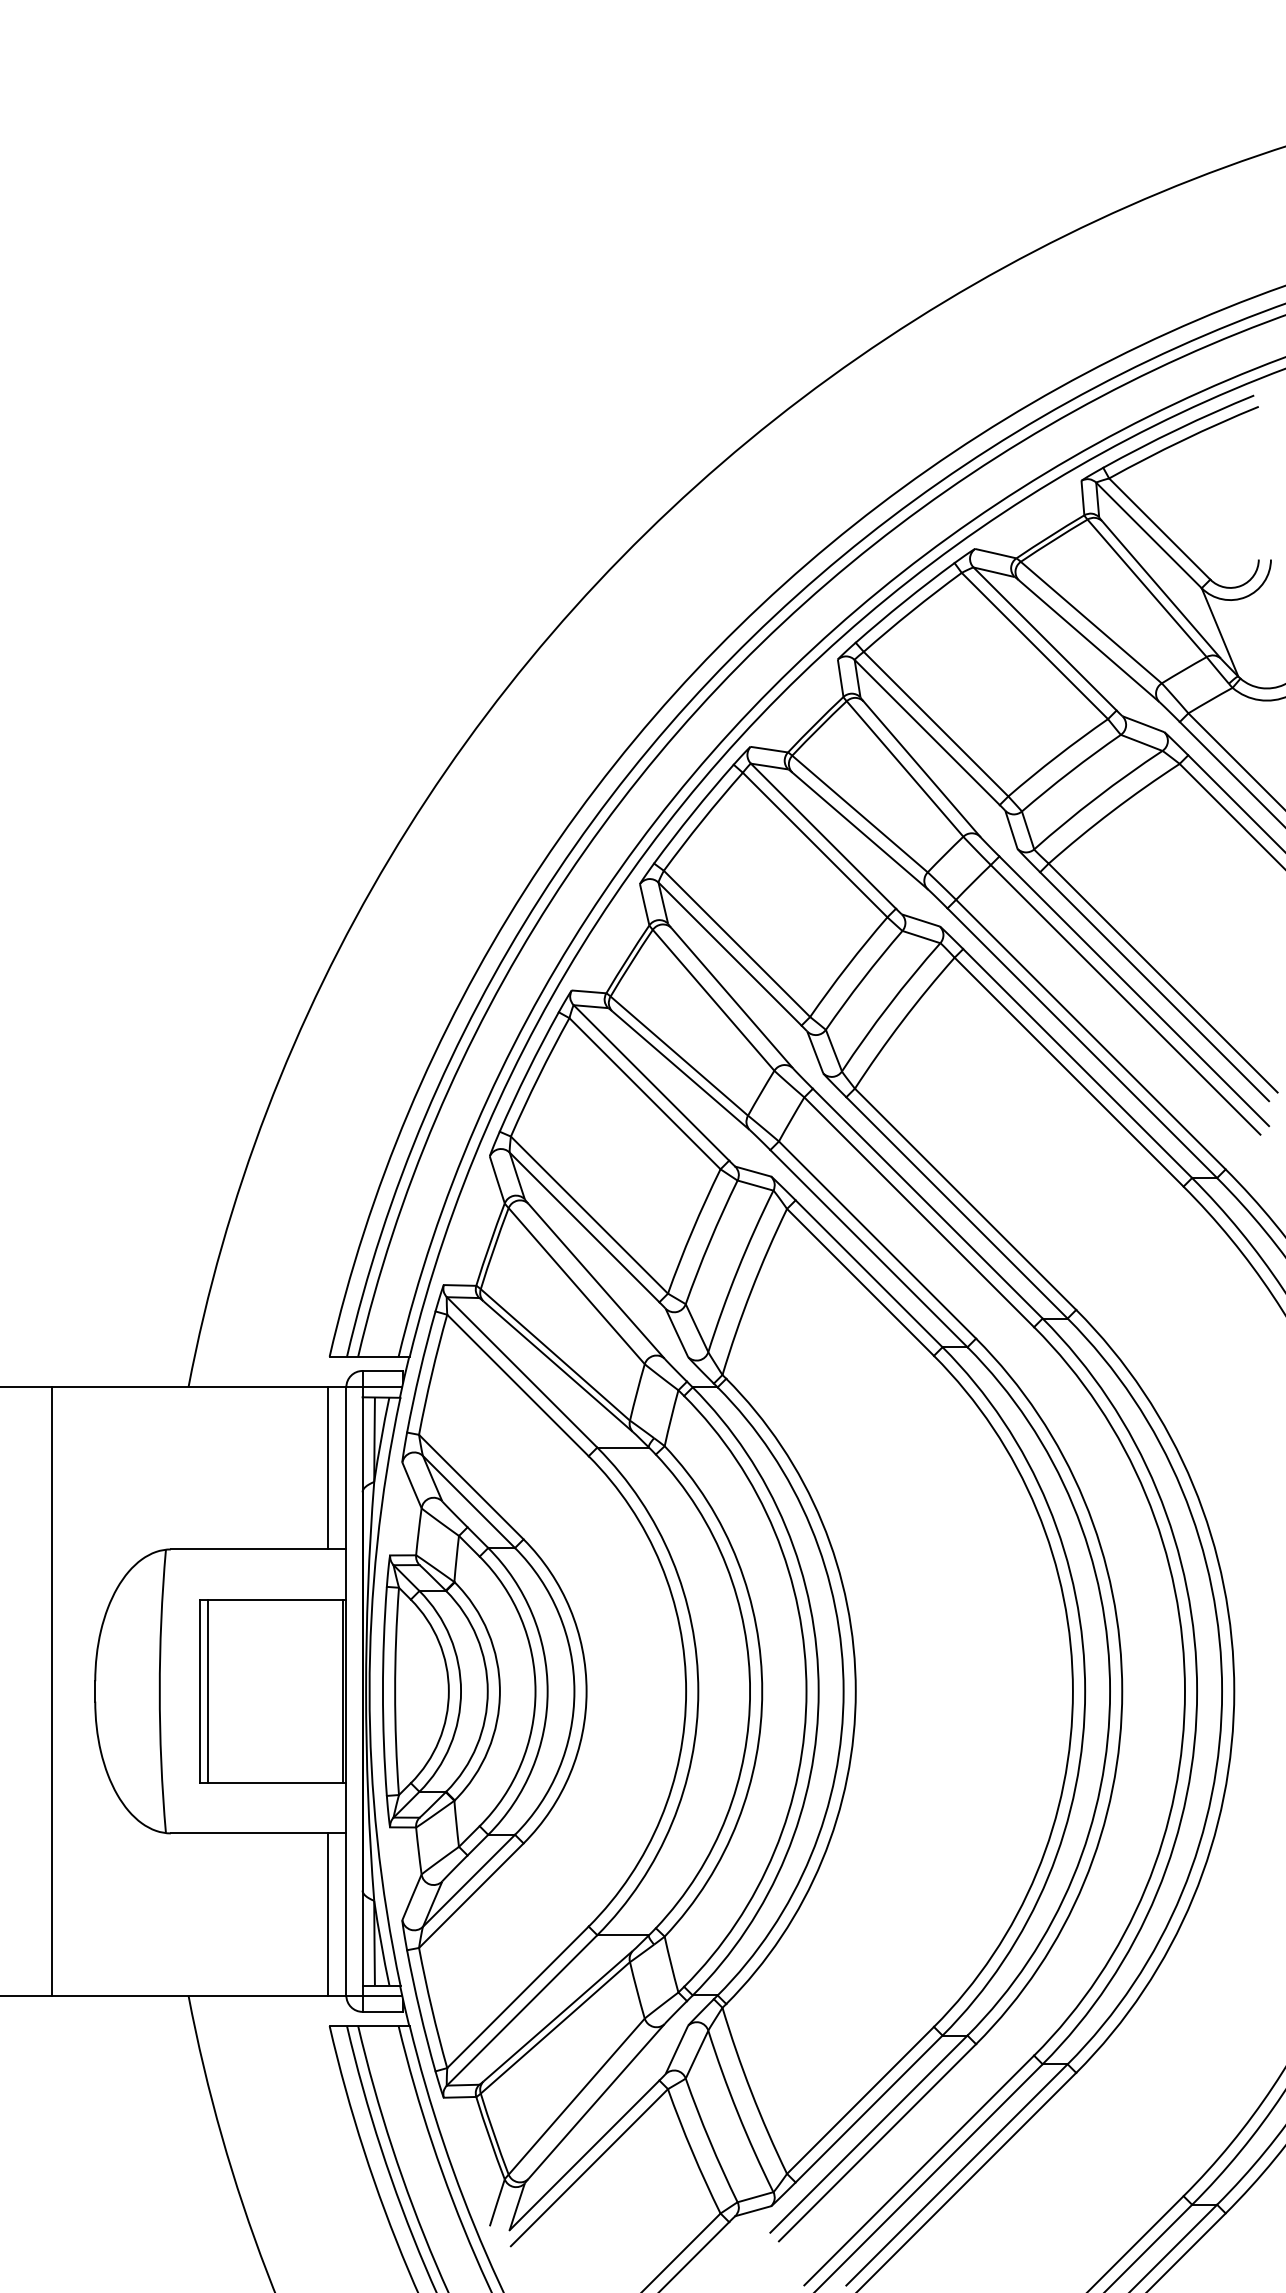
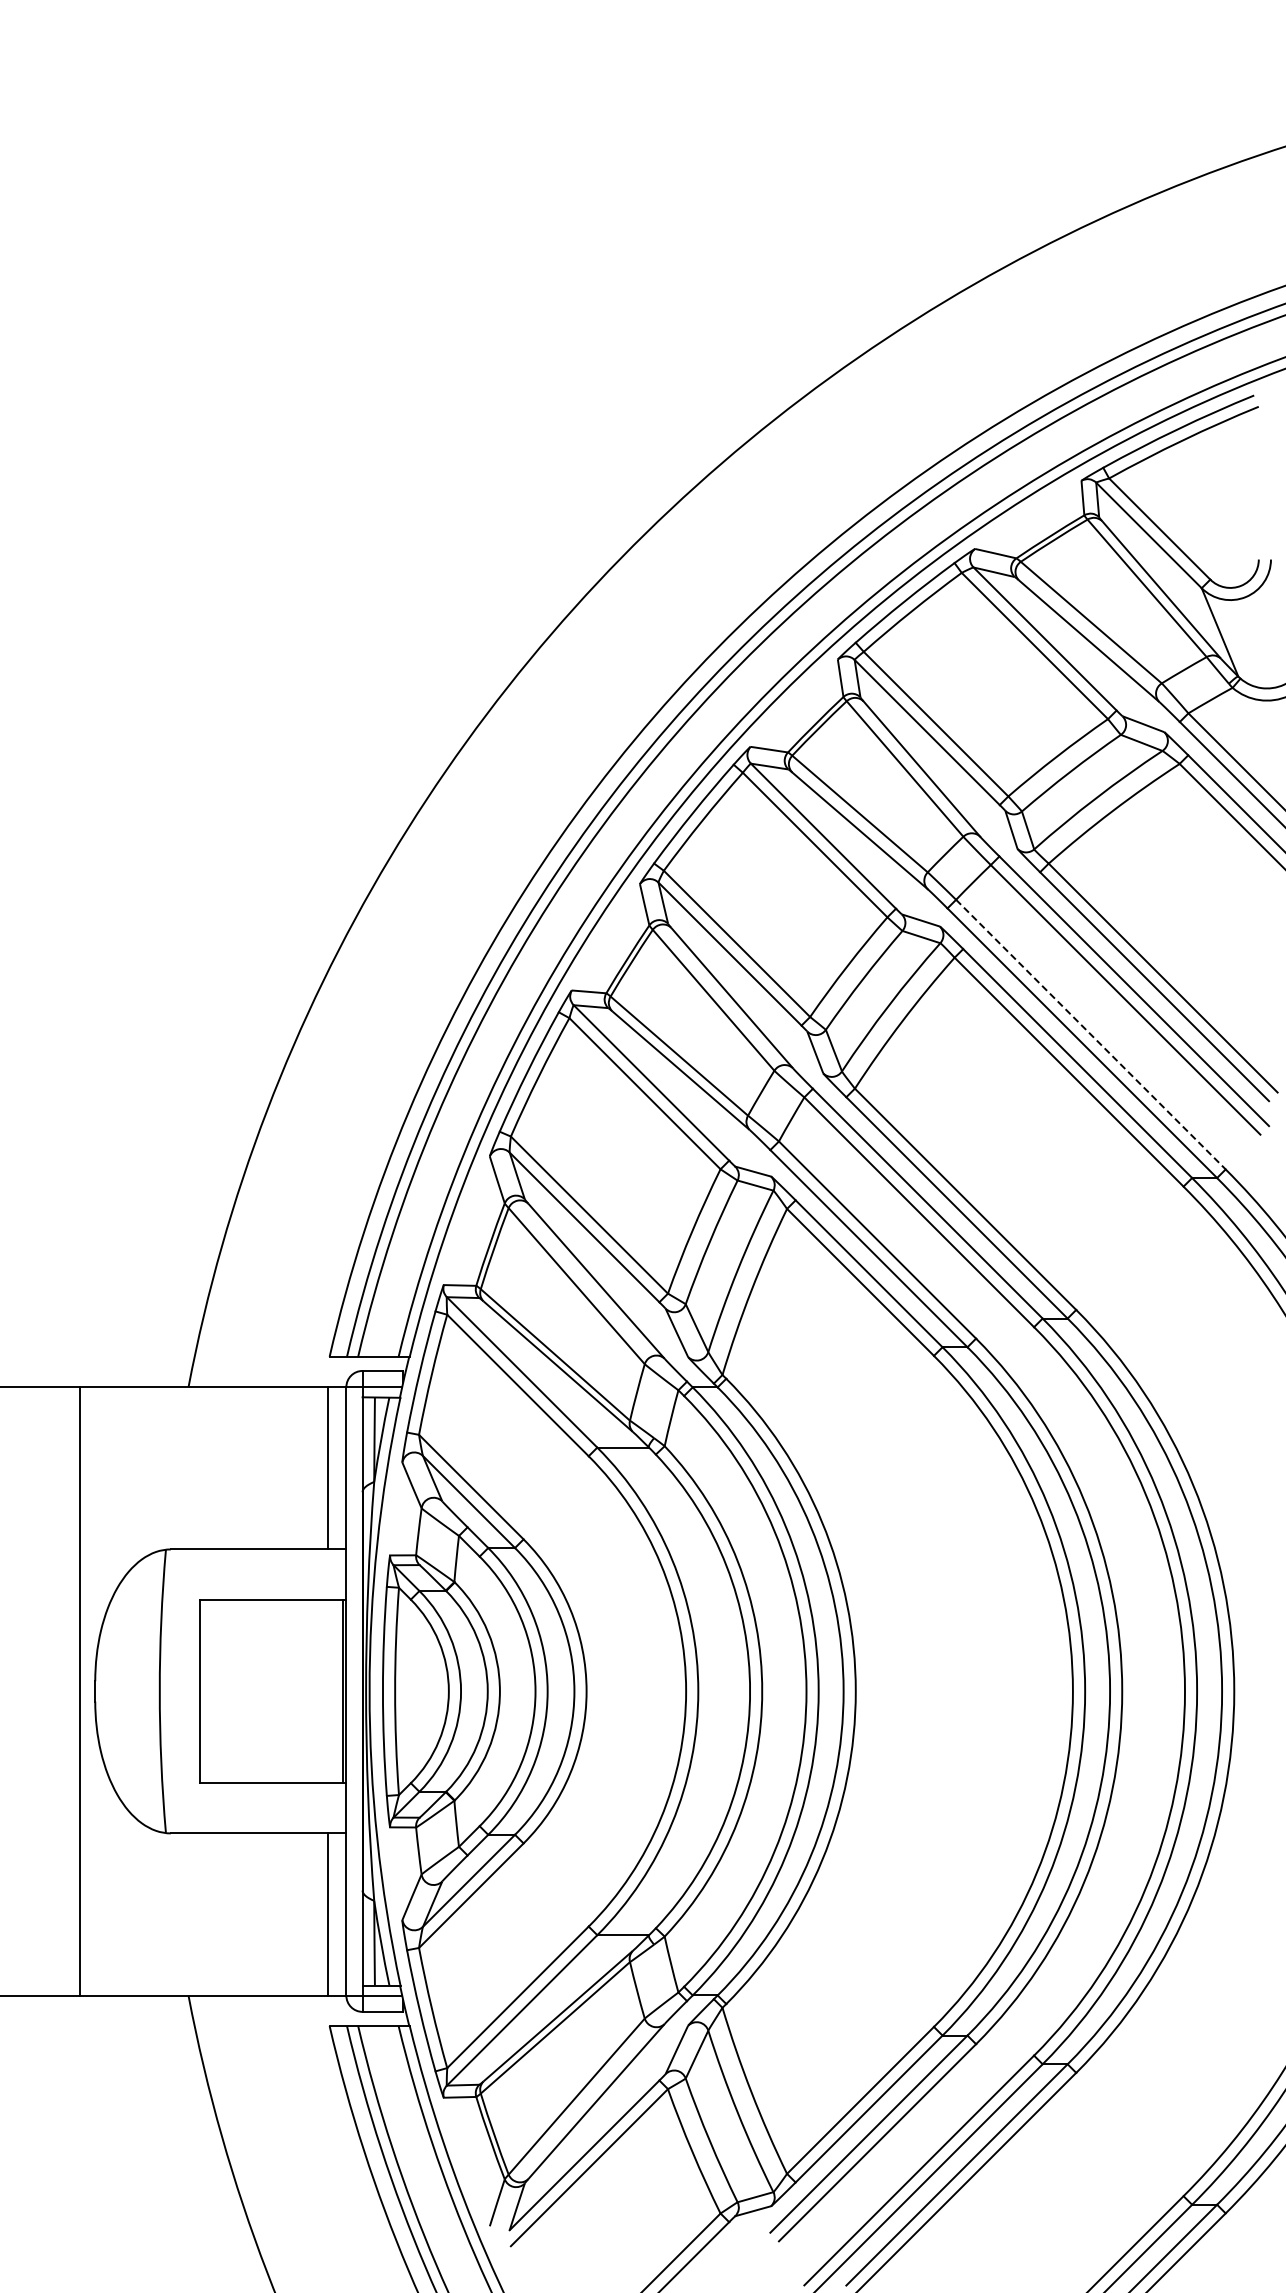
line at (1090, 1034): solid -> dashed
line at (51, 1691) position: (51, 1691) -> (79, 1691)
line at (208, 1691): present -> none
